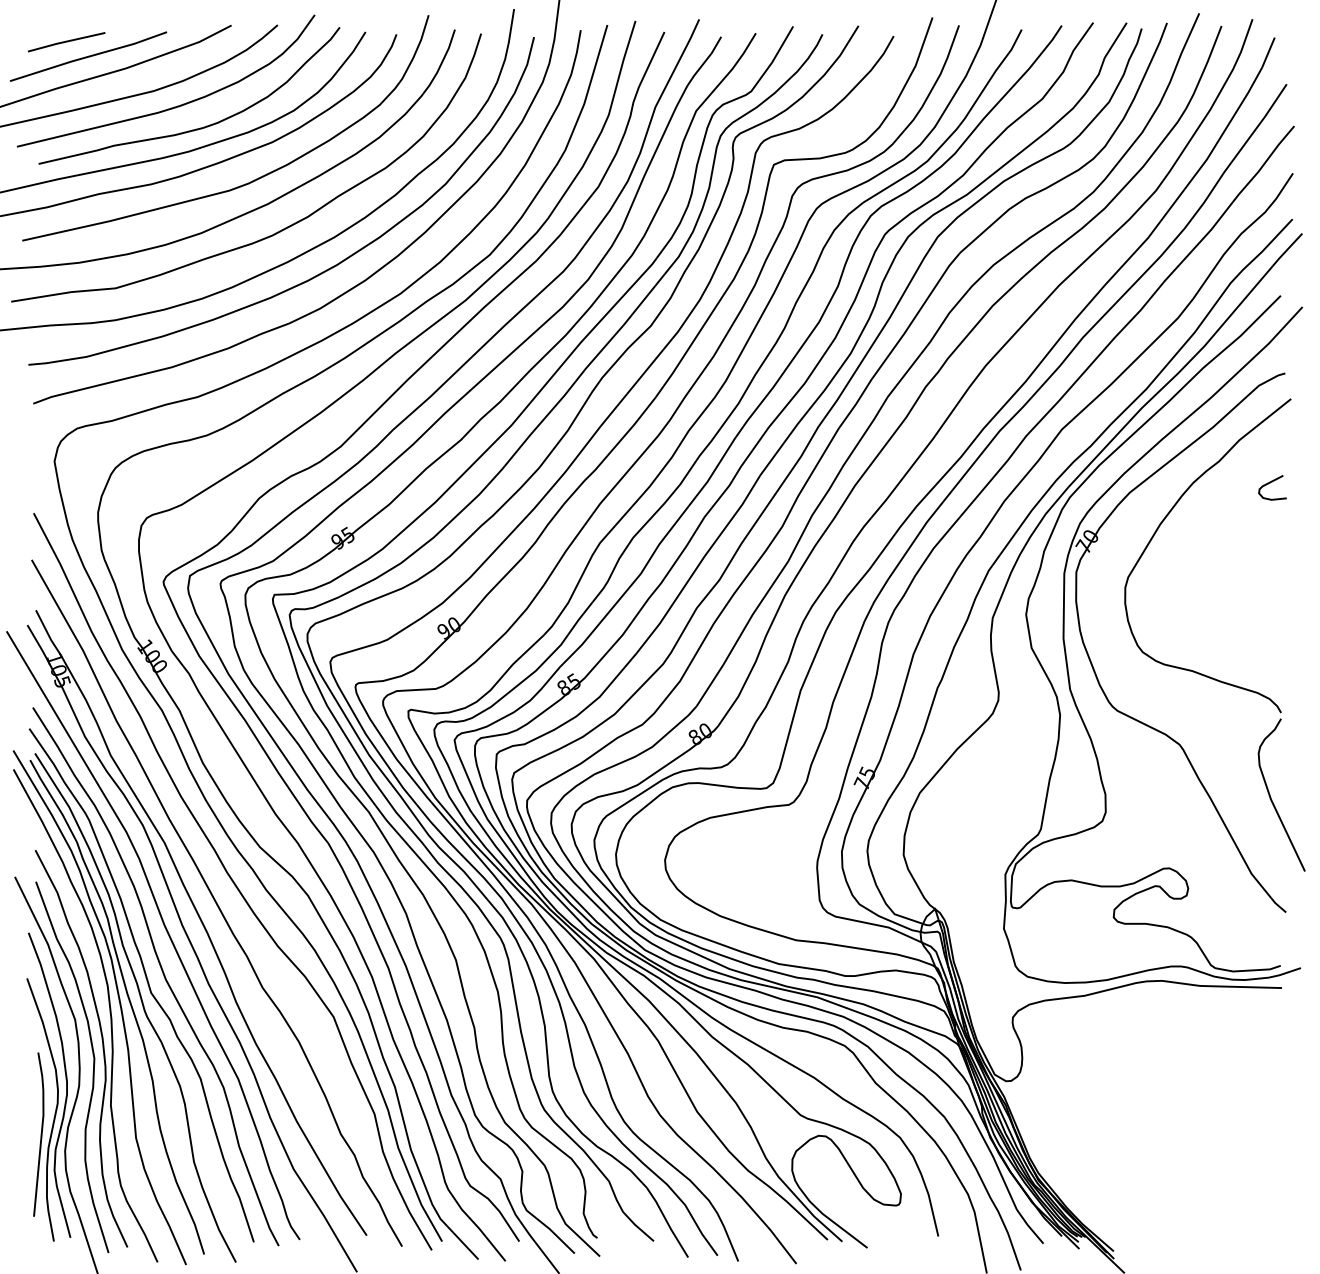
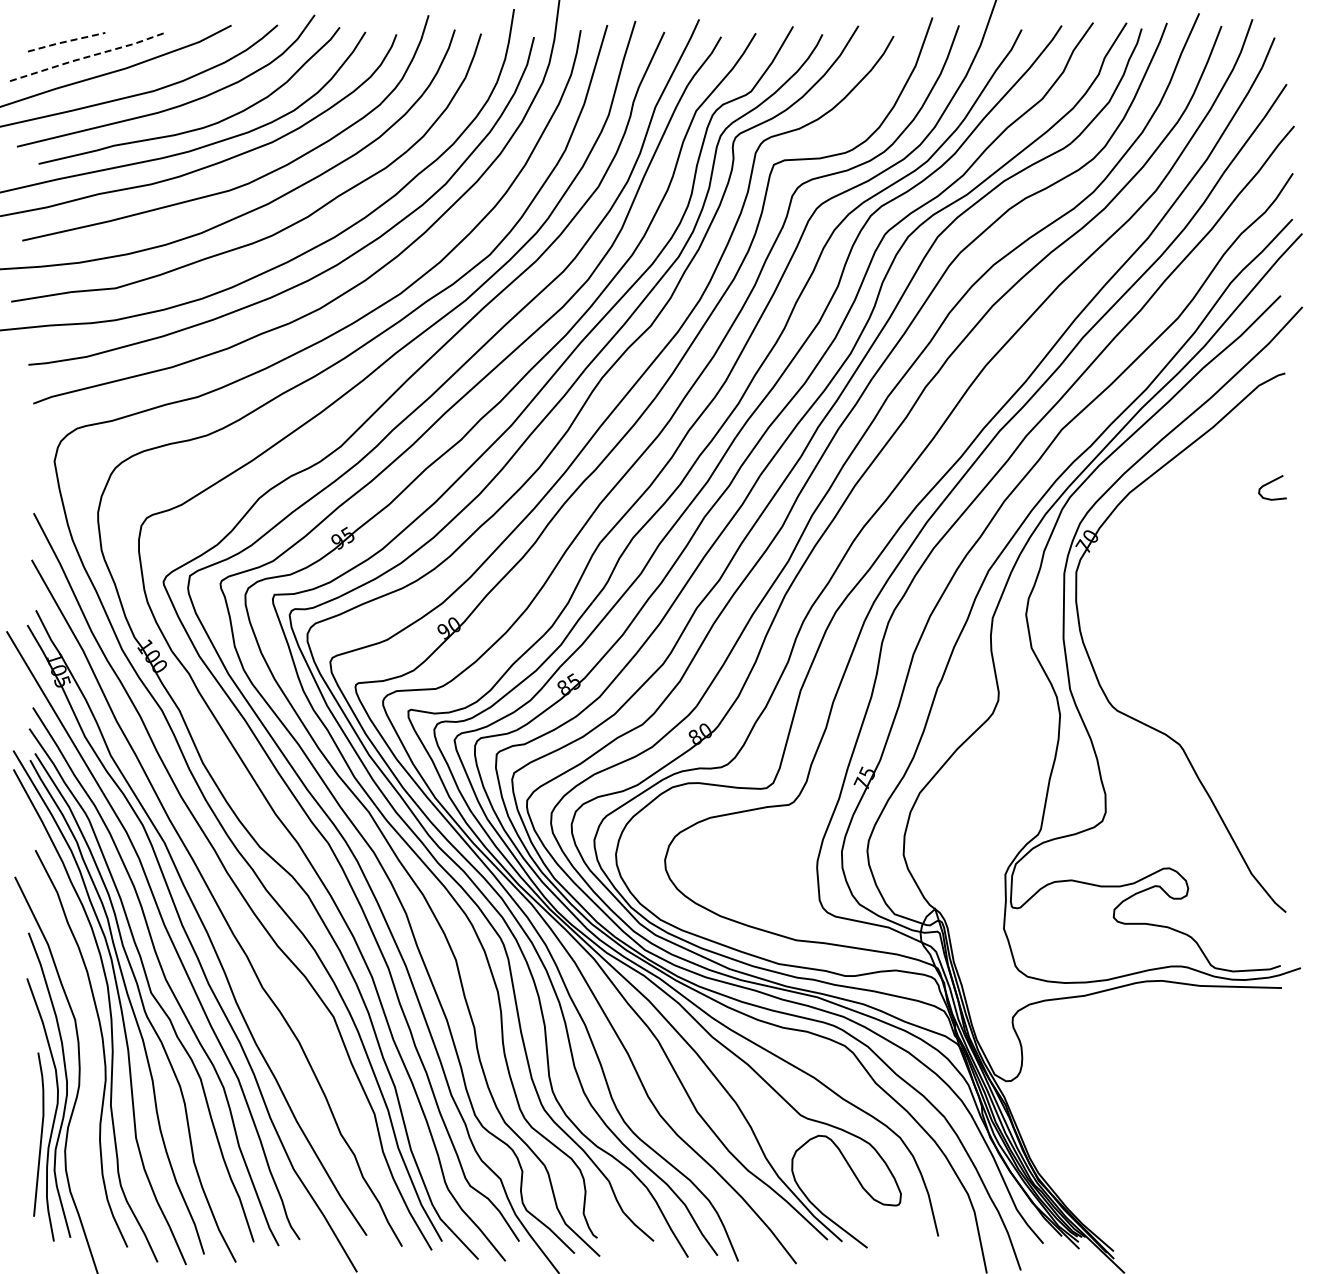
line at (65, 41): solid -> dashed
line at (88, 56): solid -> dashed
part at (1202, 673): present -> none
curve at (92, 1072): present -> none
